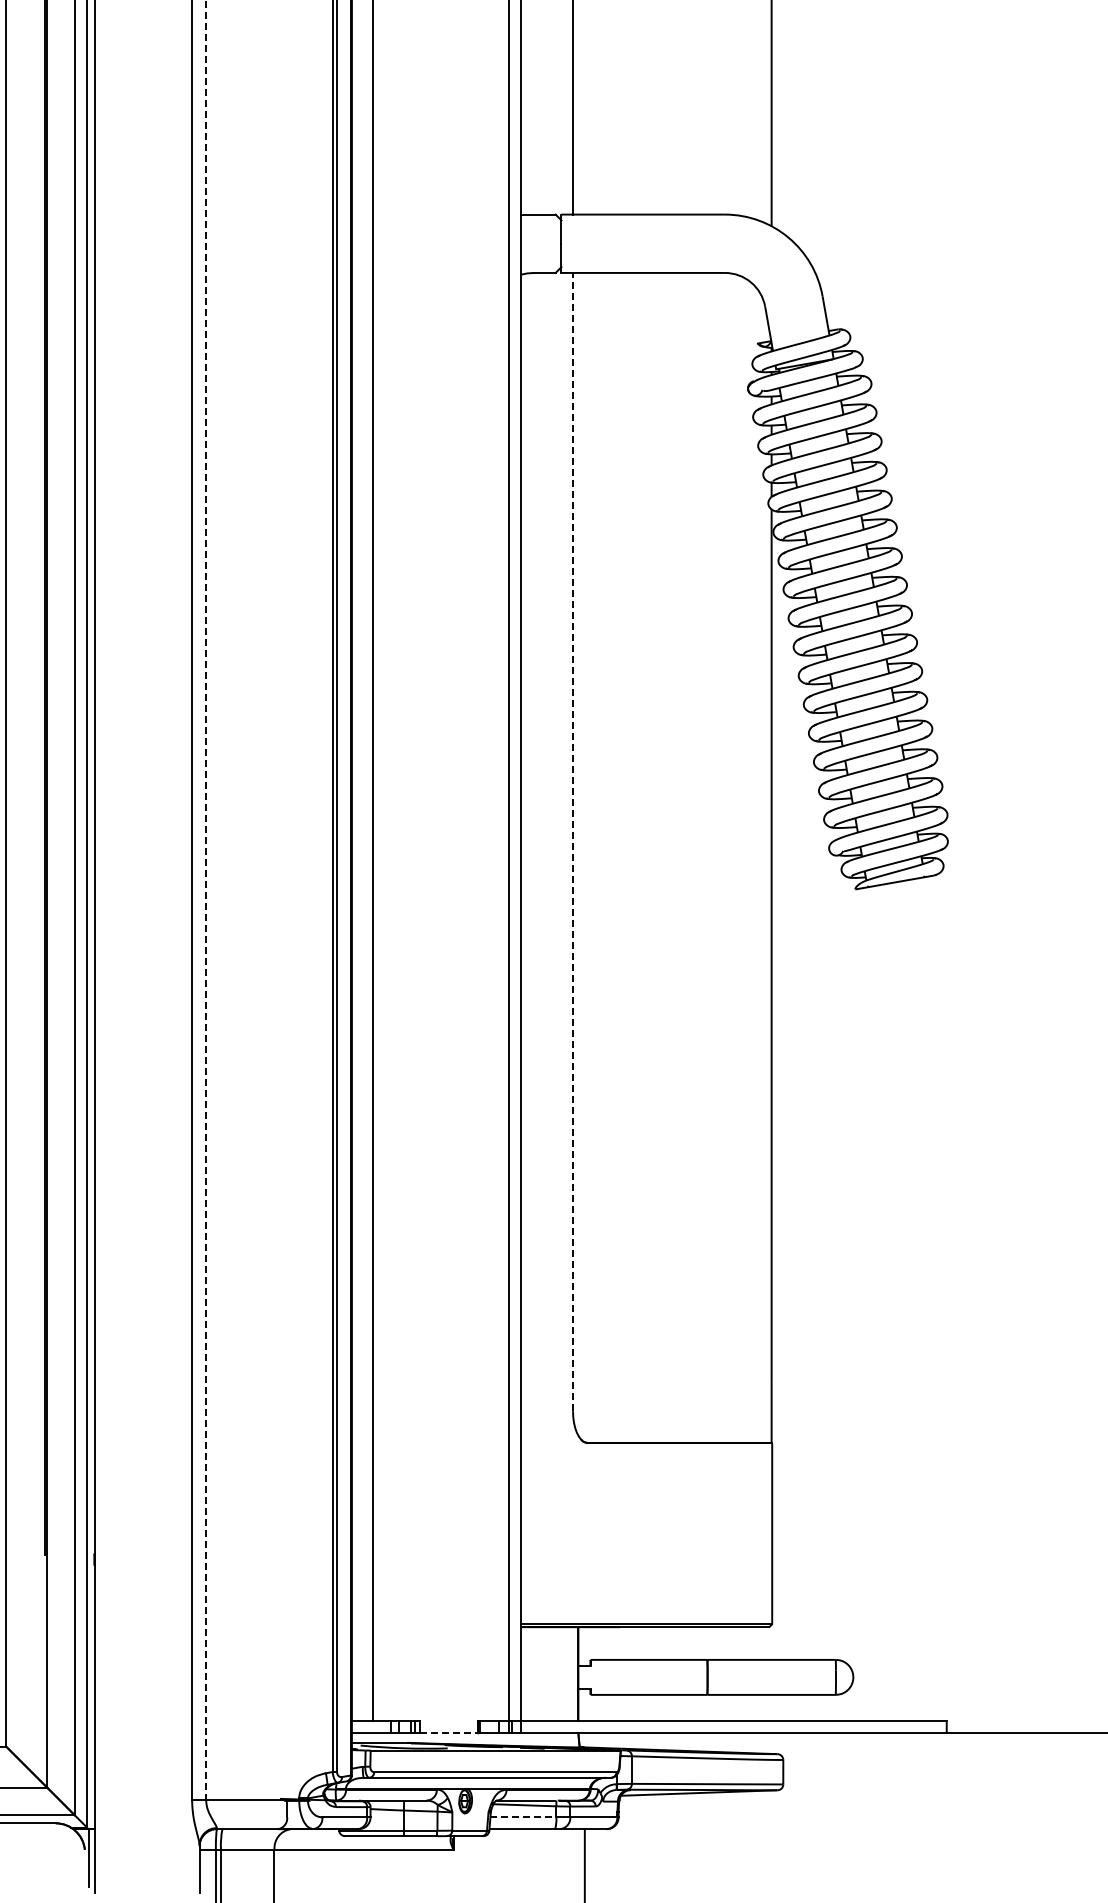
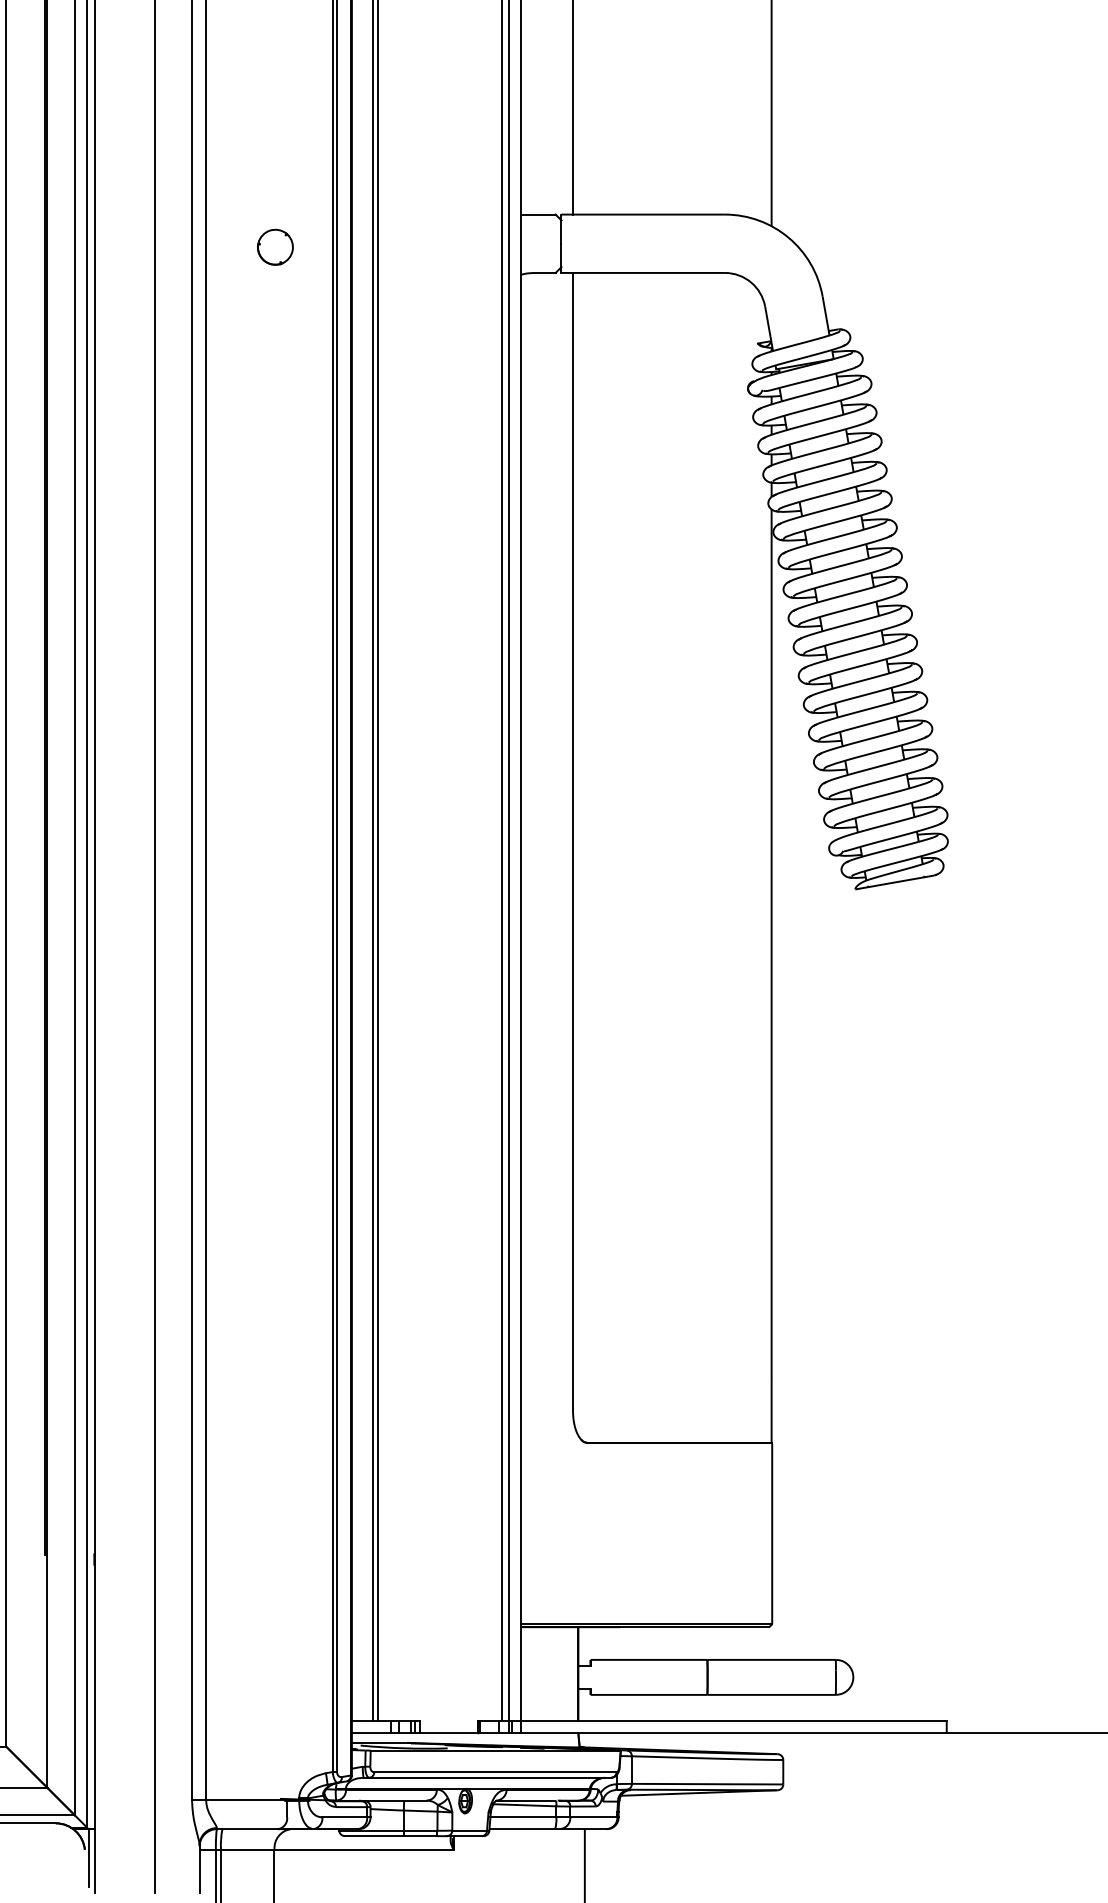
part at (275, 246): none -> present
line at (573, 841): dashed -> solid
line at (377, 861): none -> present
line at (502, 861): none -> present
line at (206, 900): dashed -> solid
line at (155, 947): none -> present
line at (449, 1732): dashed -> solid
line at (523, 1817): dashed -> solid
